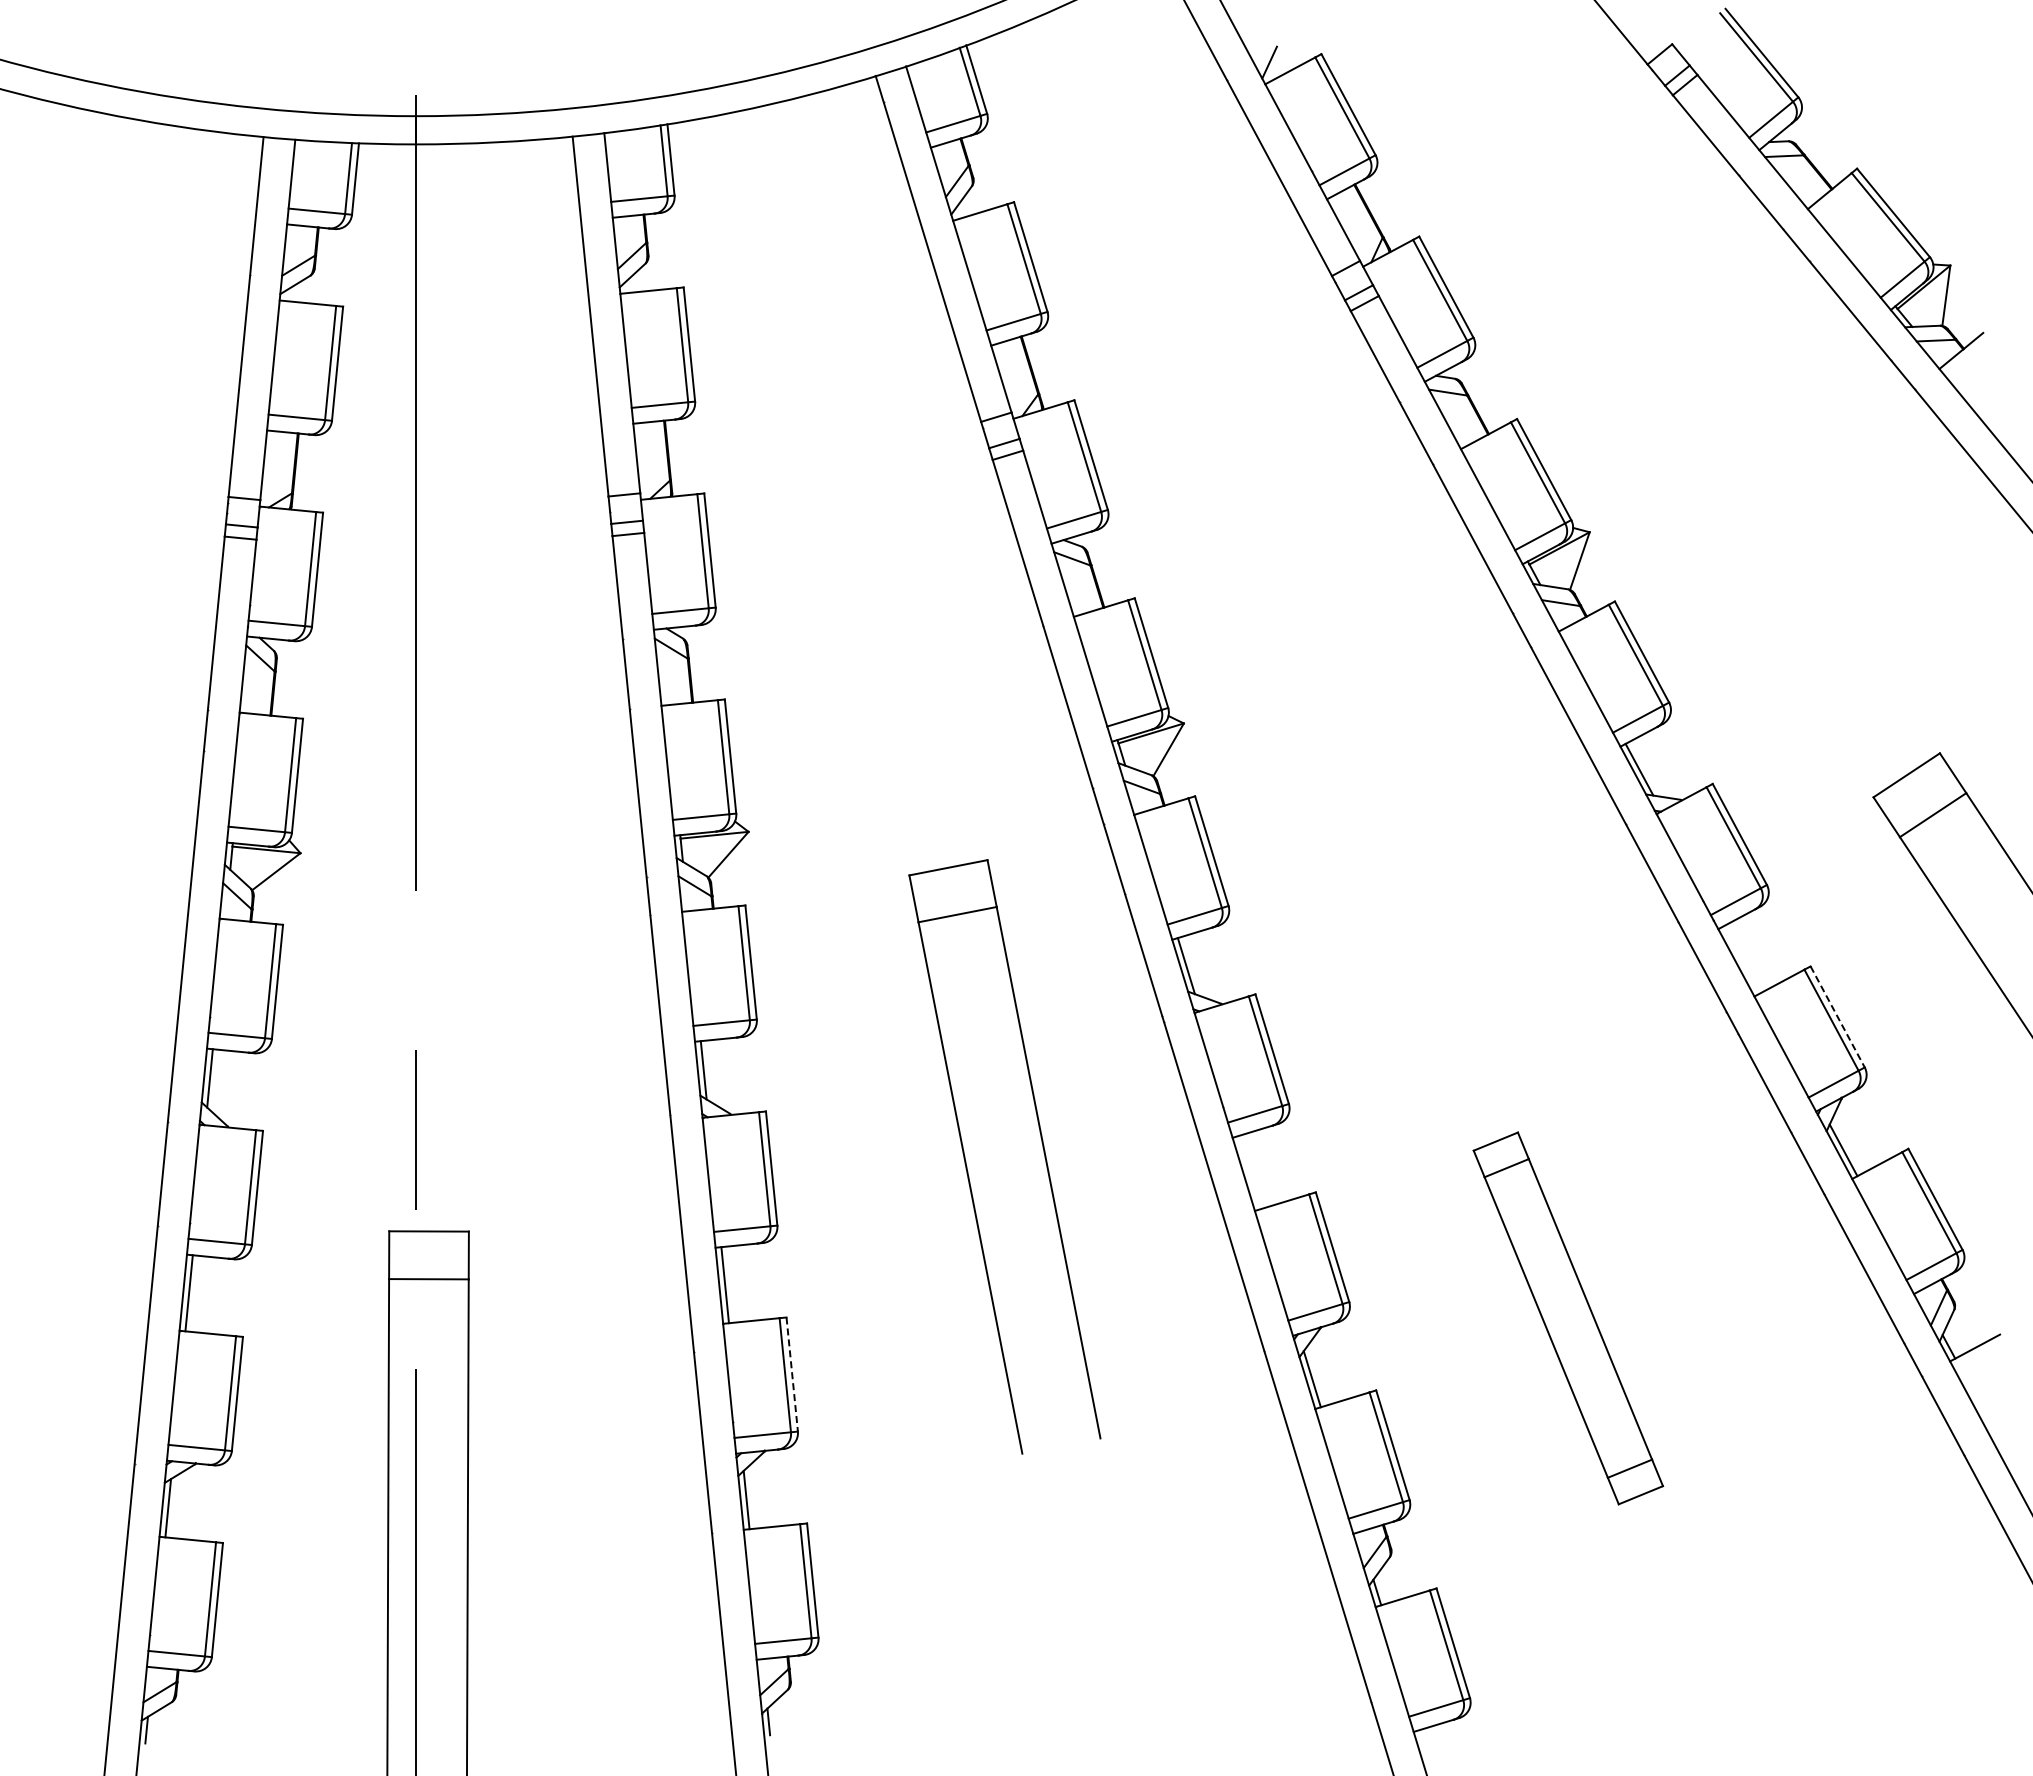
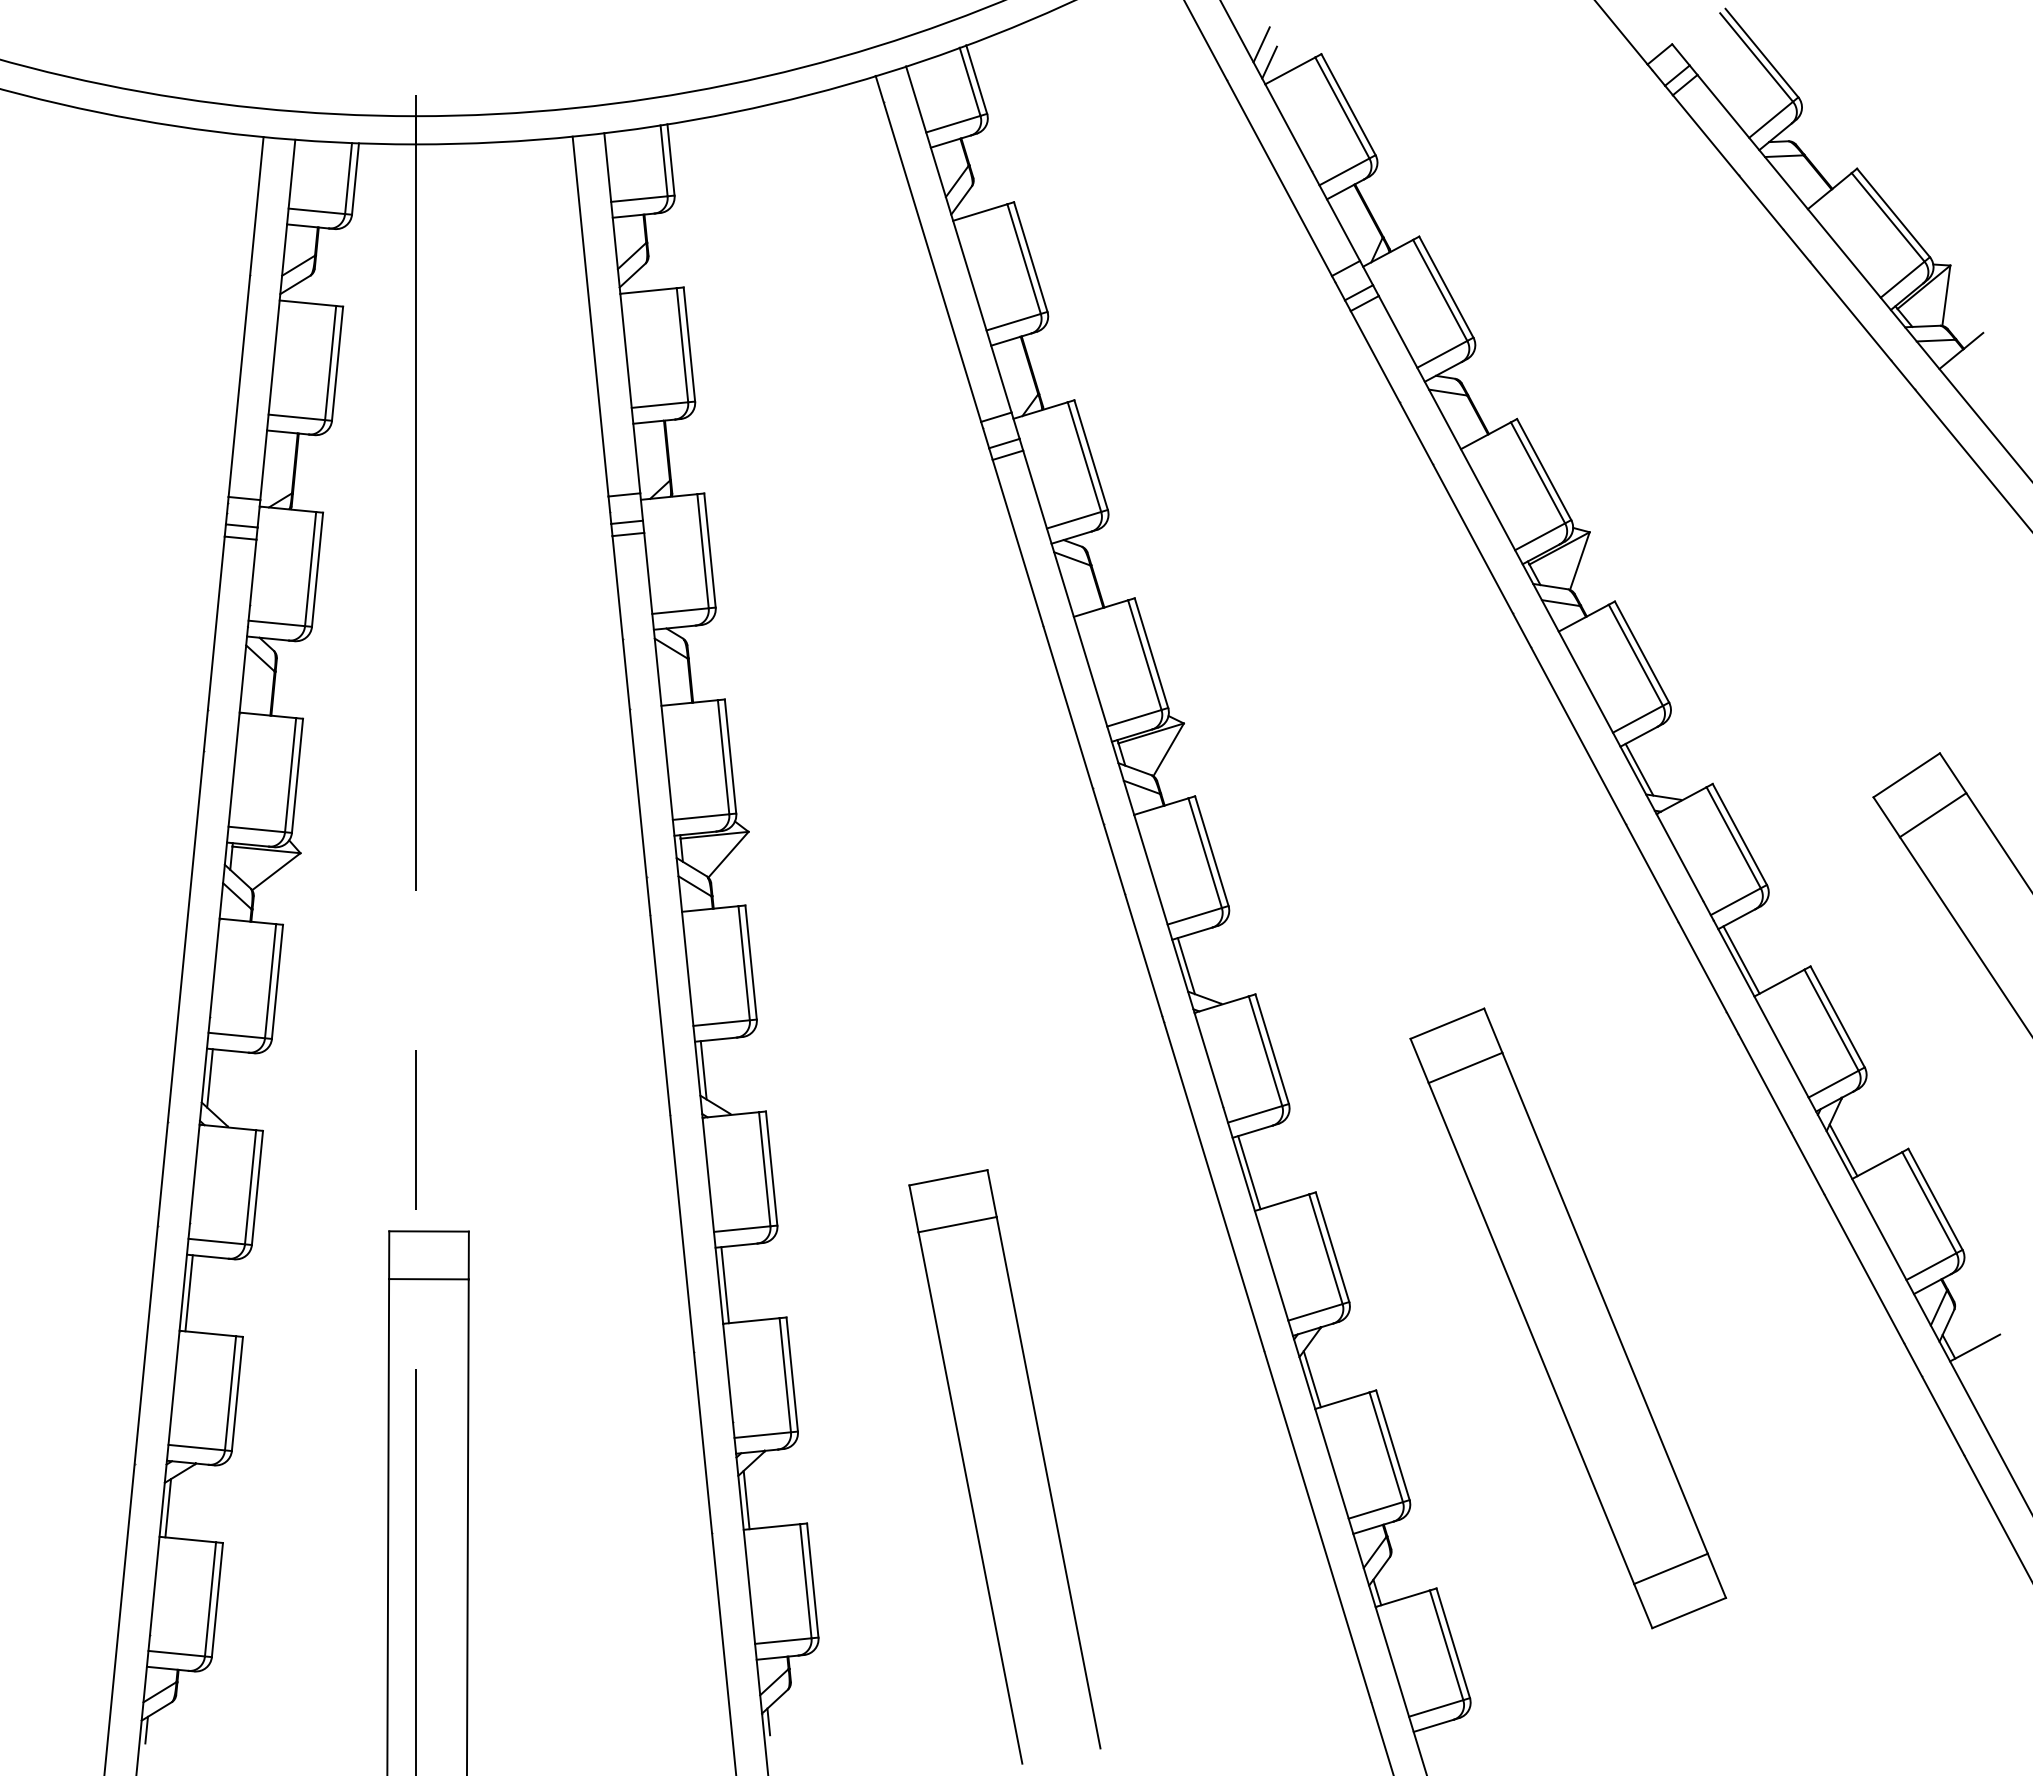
line at (1261, 44): none -> present
line at (1741, 959): none -> present
line at (1837, 1017): dashed -> solid
part at (966, 1161) position: (966, 1161) -> (966, 1471)
line at (1249, 1172): none -> present
part at (1568, 1318) size: 193x375 px -> 319x623 px
line at (792, 1375): dashed -> solid
